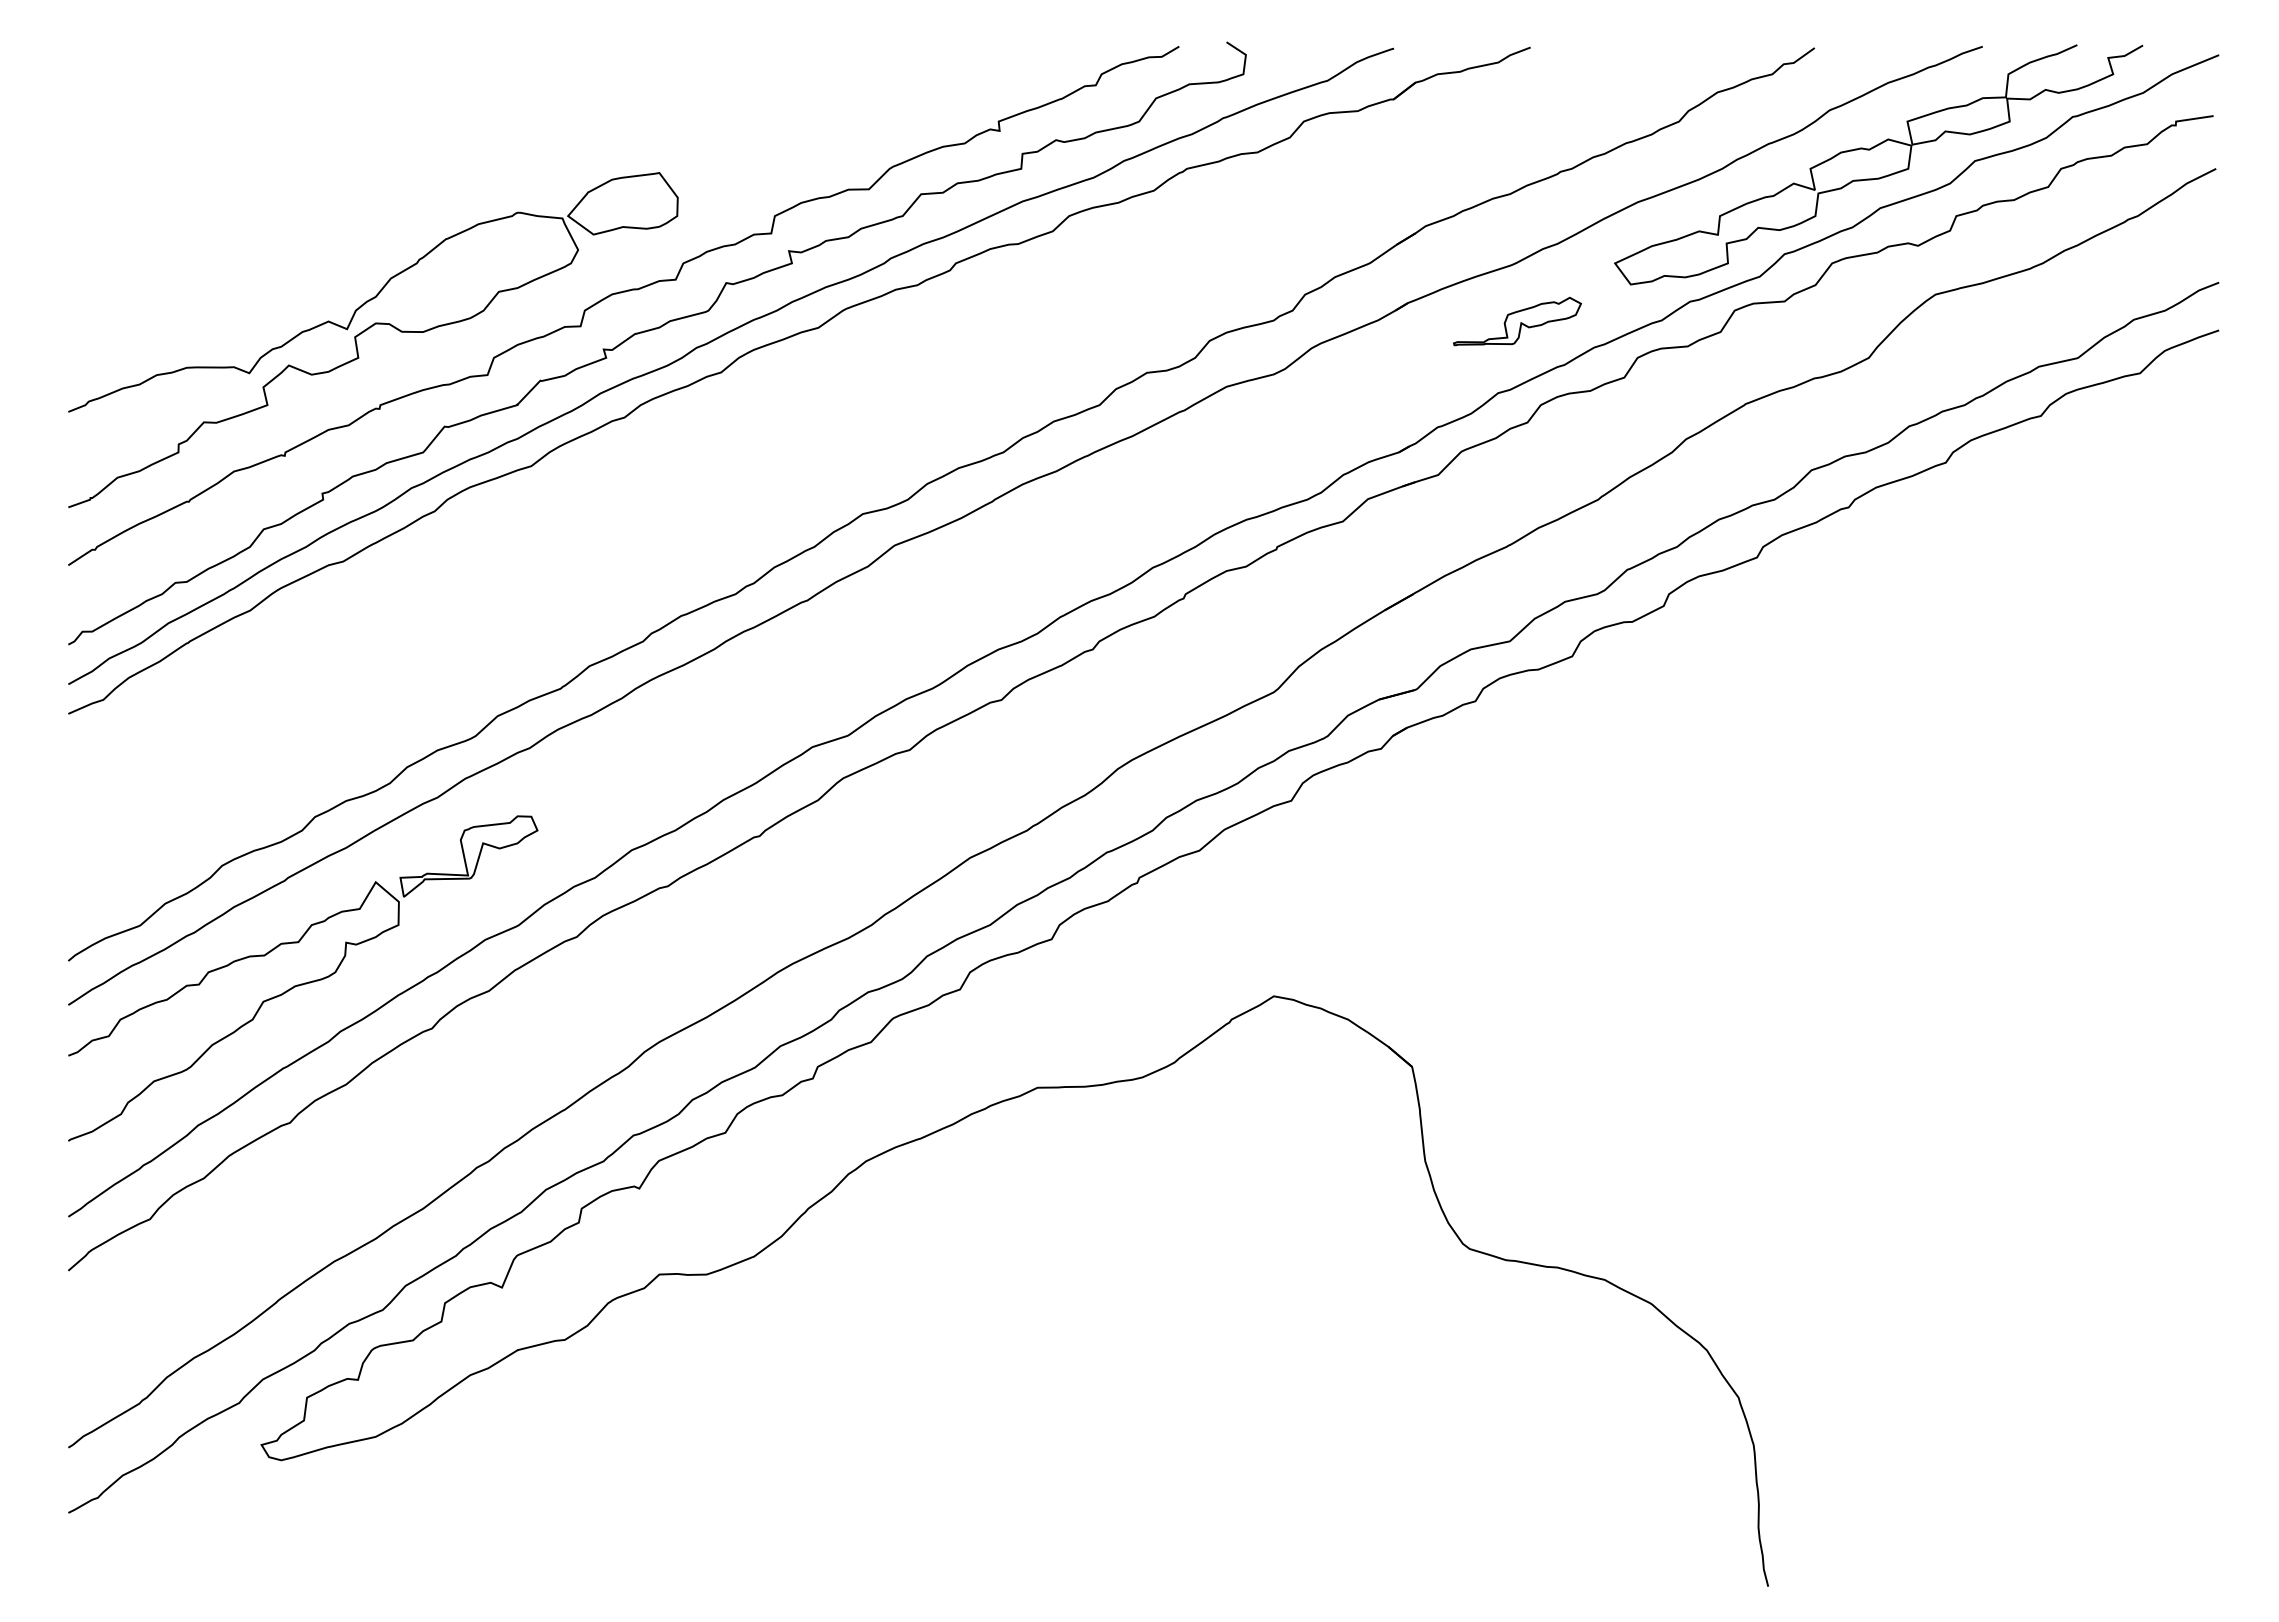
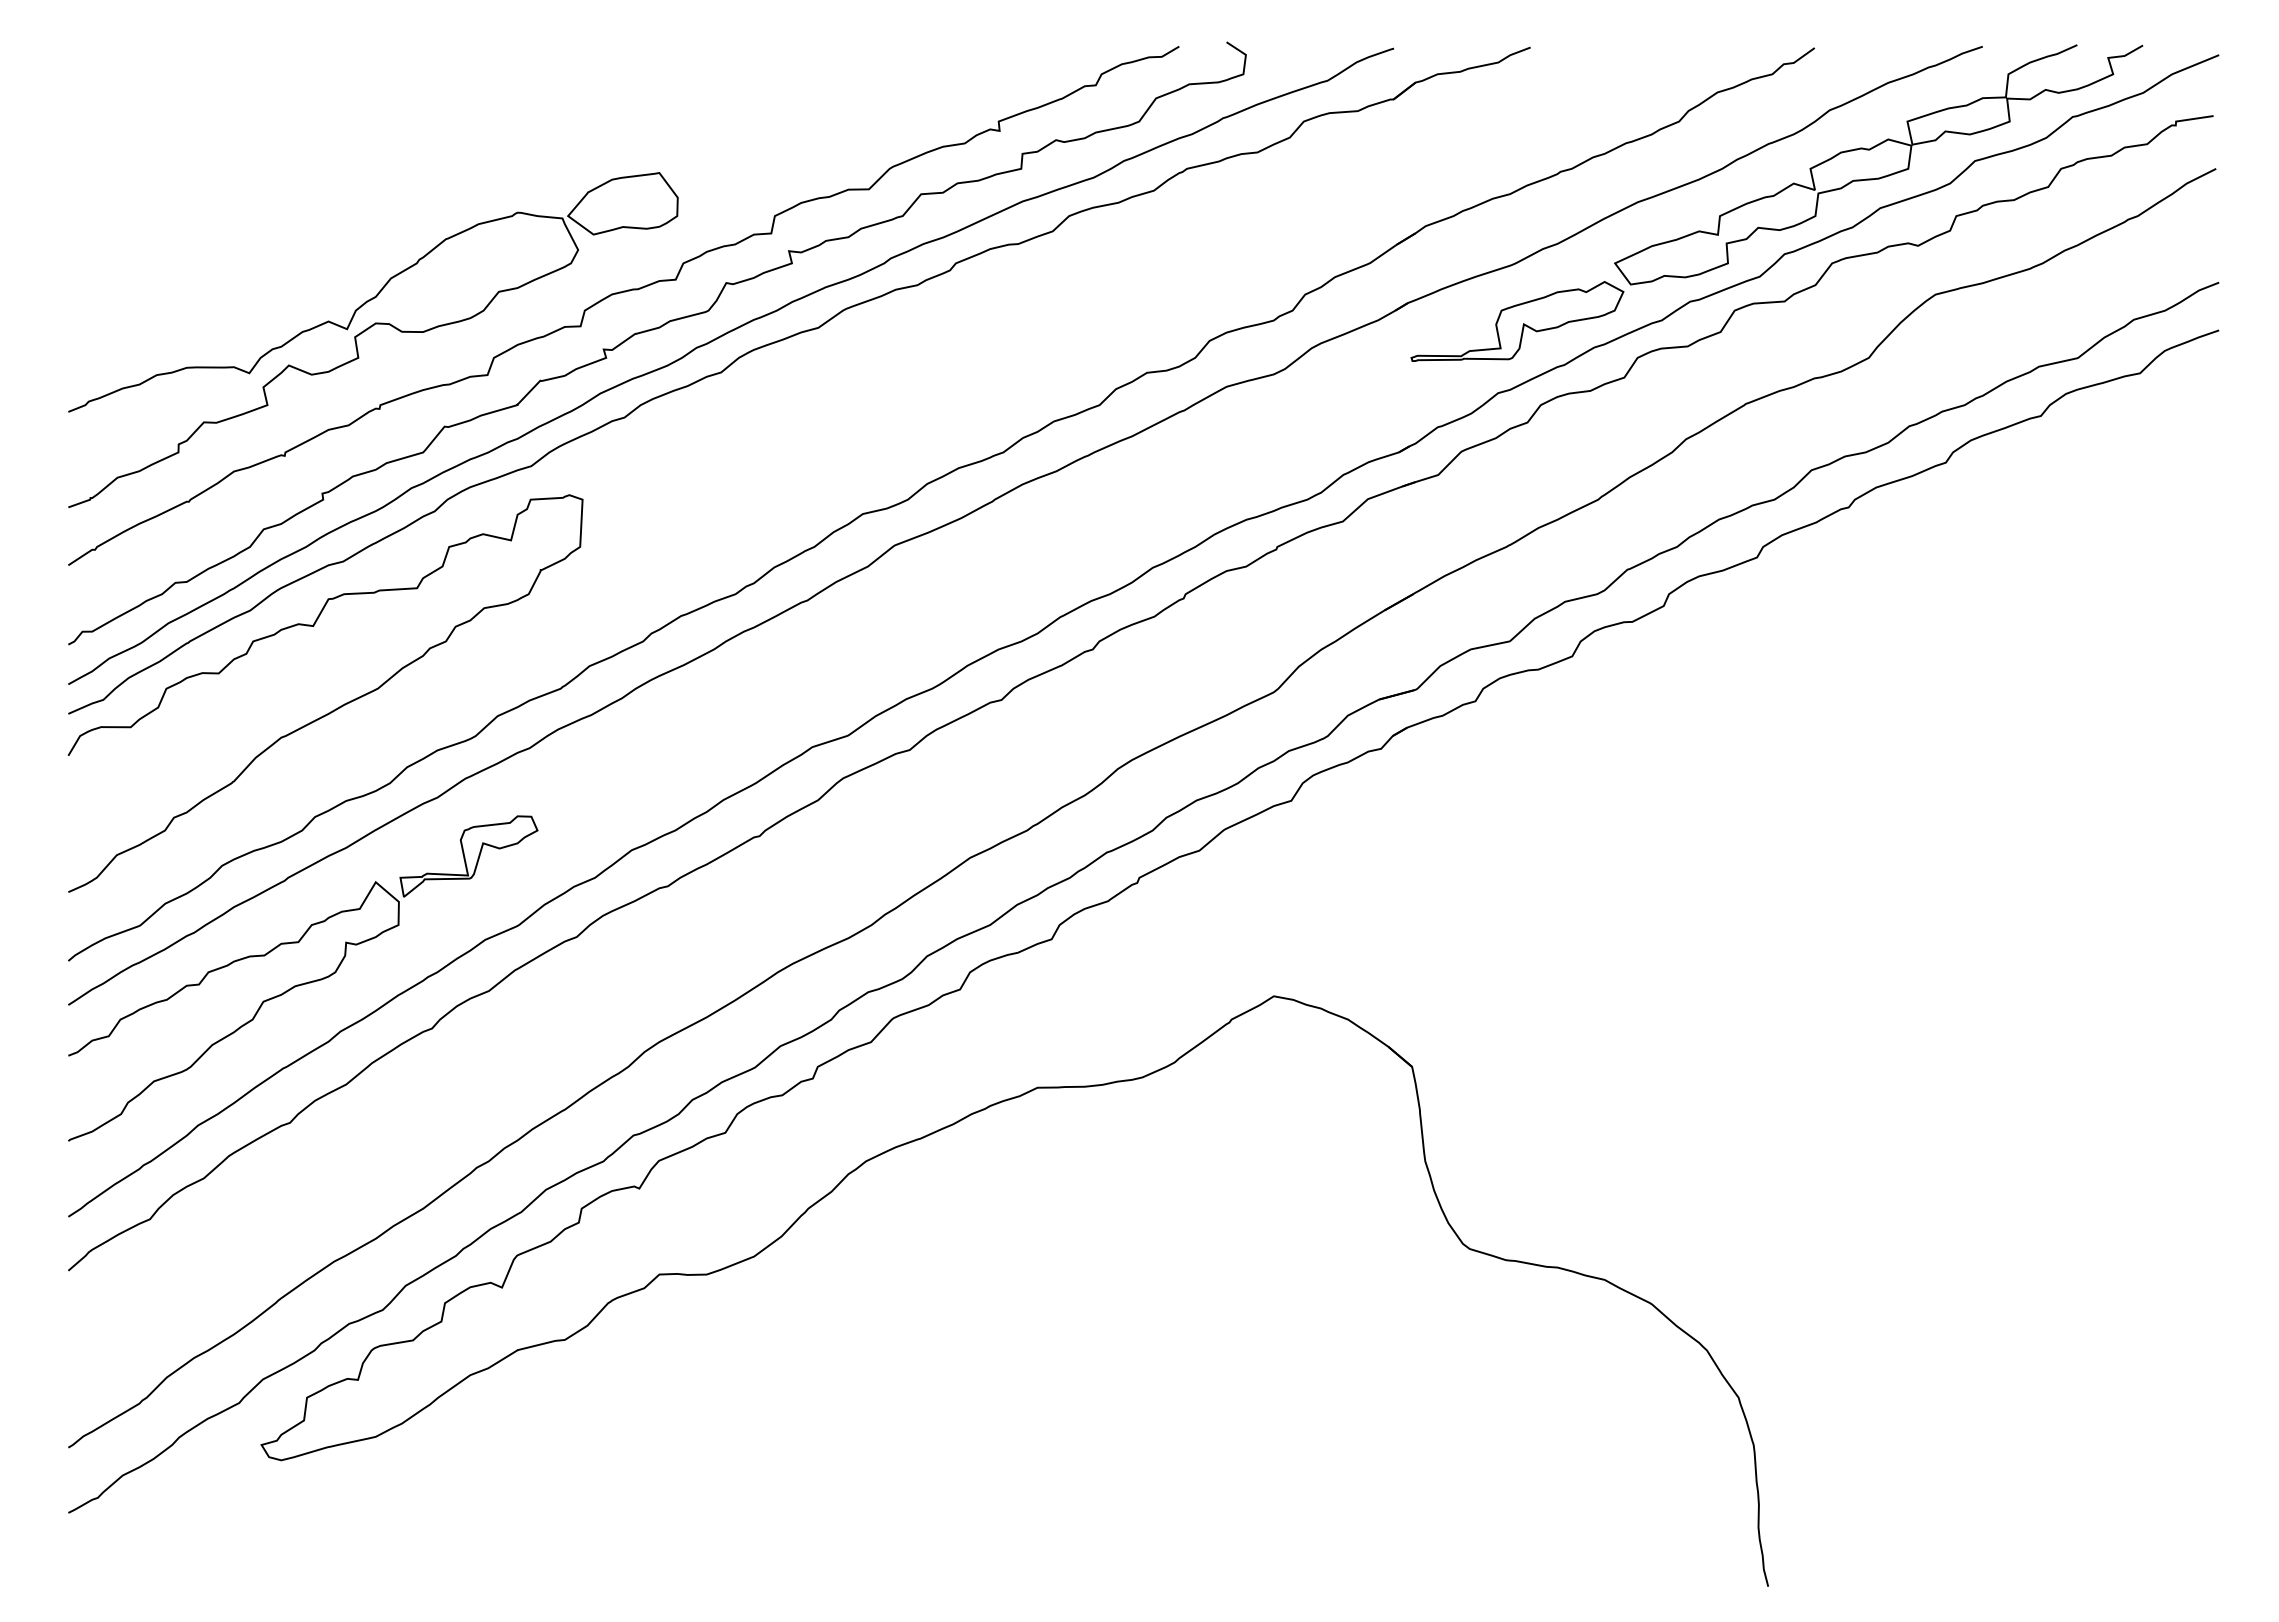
part at (1517, 321) size: 130x51 px -> 215x81 px
curve at (335, 708): none -> present
